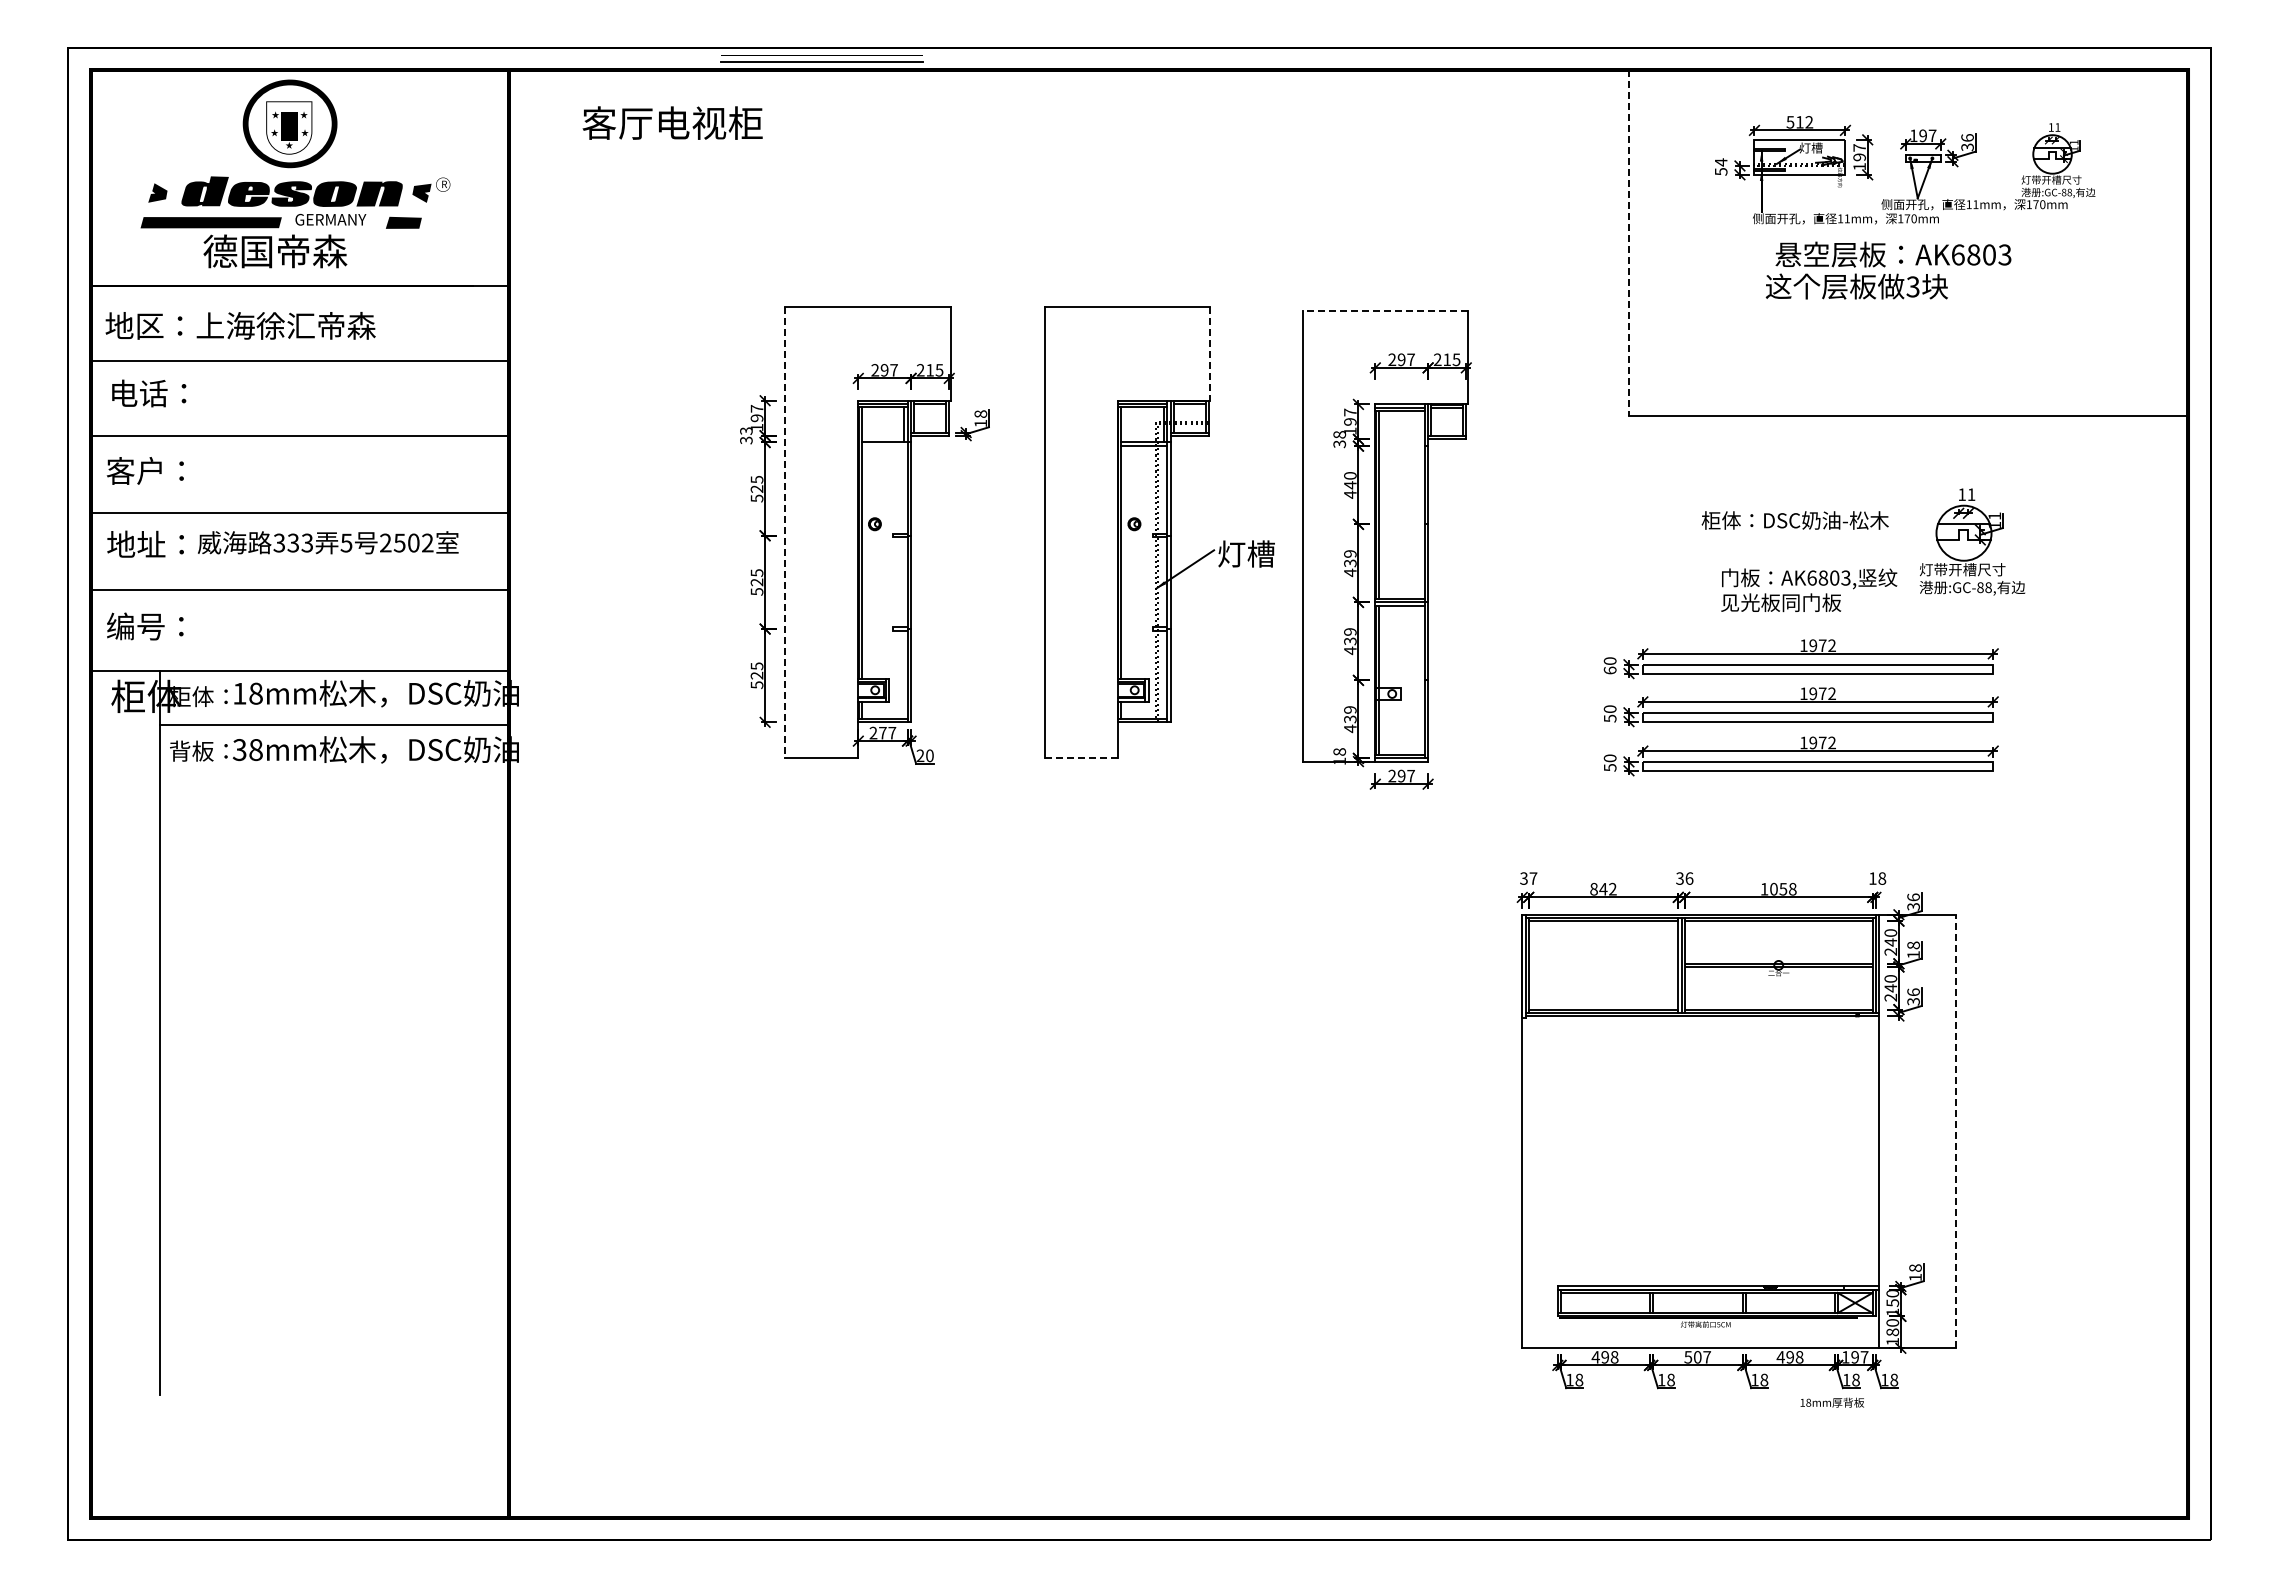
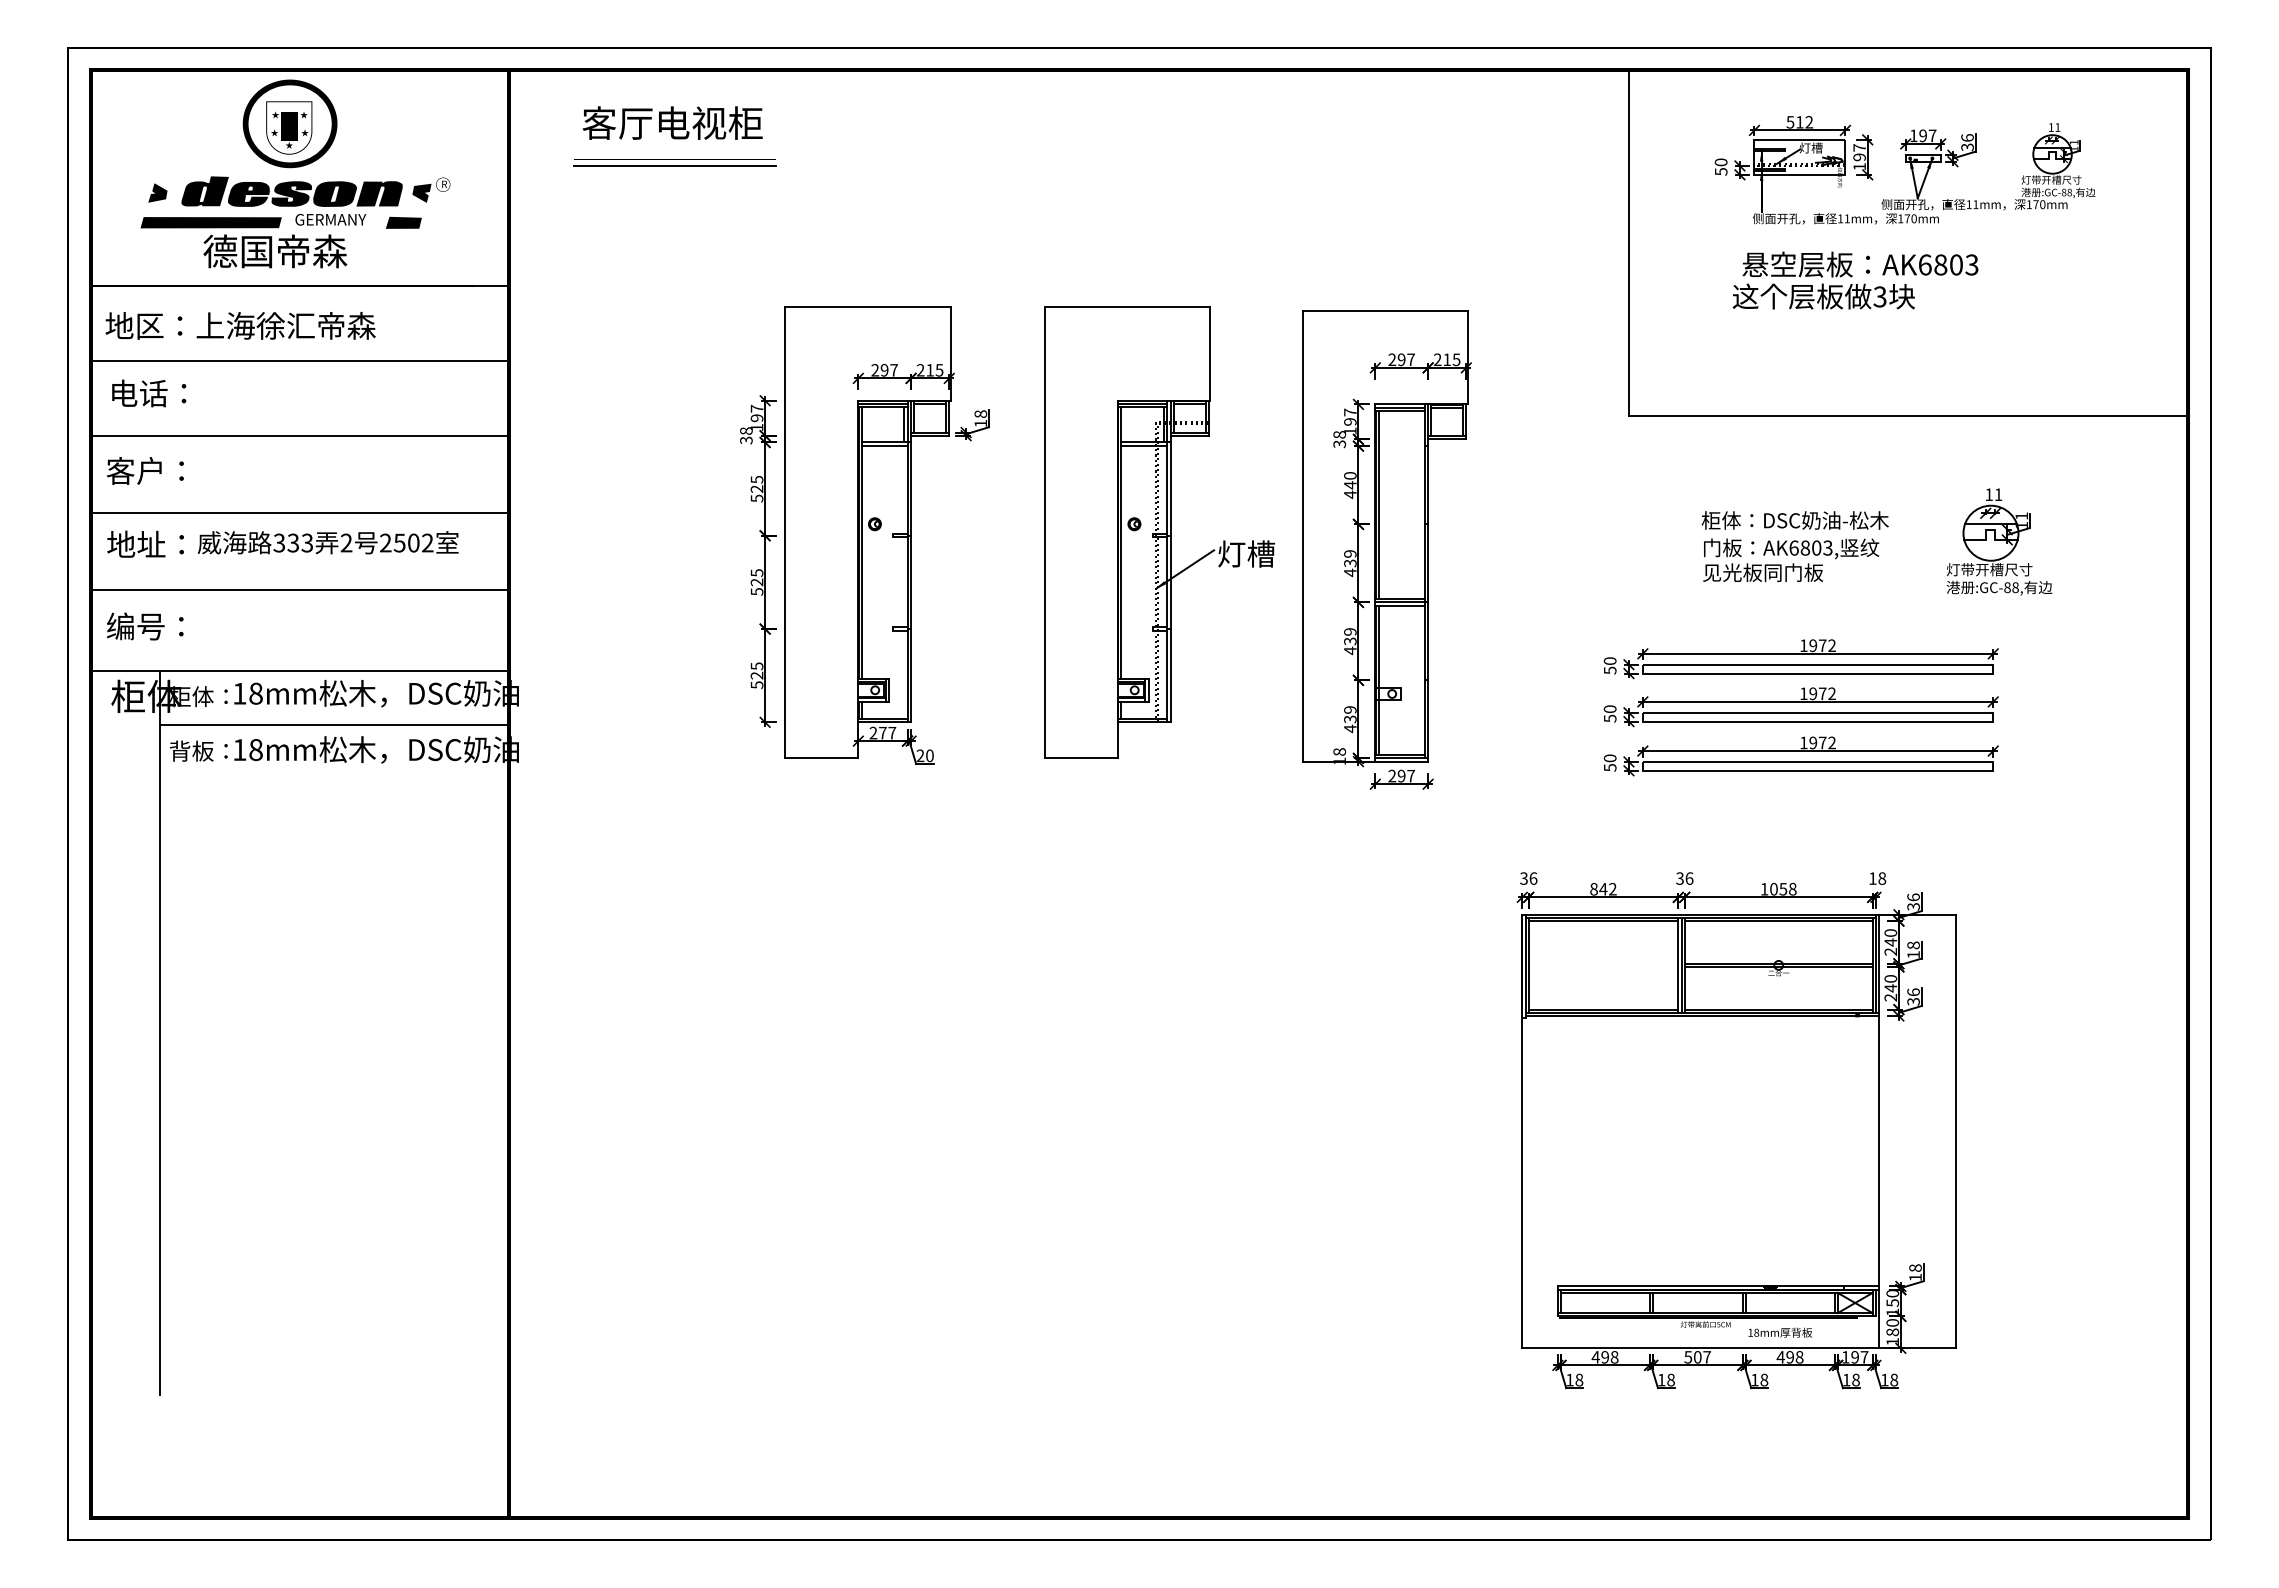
part at (821, 58) position: (821, 58) -> (674, 162)
text at (1720, 162): 54 -> 50
line at (1629, 243): dashed -> solid
text at (1888, 270) position: (1888, 270) -> (1855, 280)
line at (1385, 310): dashed -> solid
line at (1210, 353): dashed -> solid
text at (746, 430): 33 -> 38
line at (884, 445): none -> present
line at (785, 532): dashed -> solid
part at (1972, 541) position: (1972, 541) -> (1999, 541)
text at (346, 542): 5 -> 2
text at (1809, 590) position: (1809, 590) -> (1791, 560)
text at (1609, 670): 60 -> 50
text at (239, 750): 38mm -> 18mm
line at (1080, 757): dashed -> solid
text at (1533, 878): 37 -> 36
line at (1955, 1131): dashed -> solid
text at (1831, 1402) position: (1831, 1402) -> (1779, 1332)
